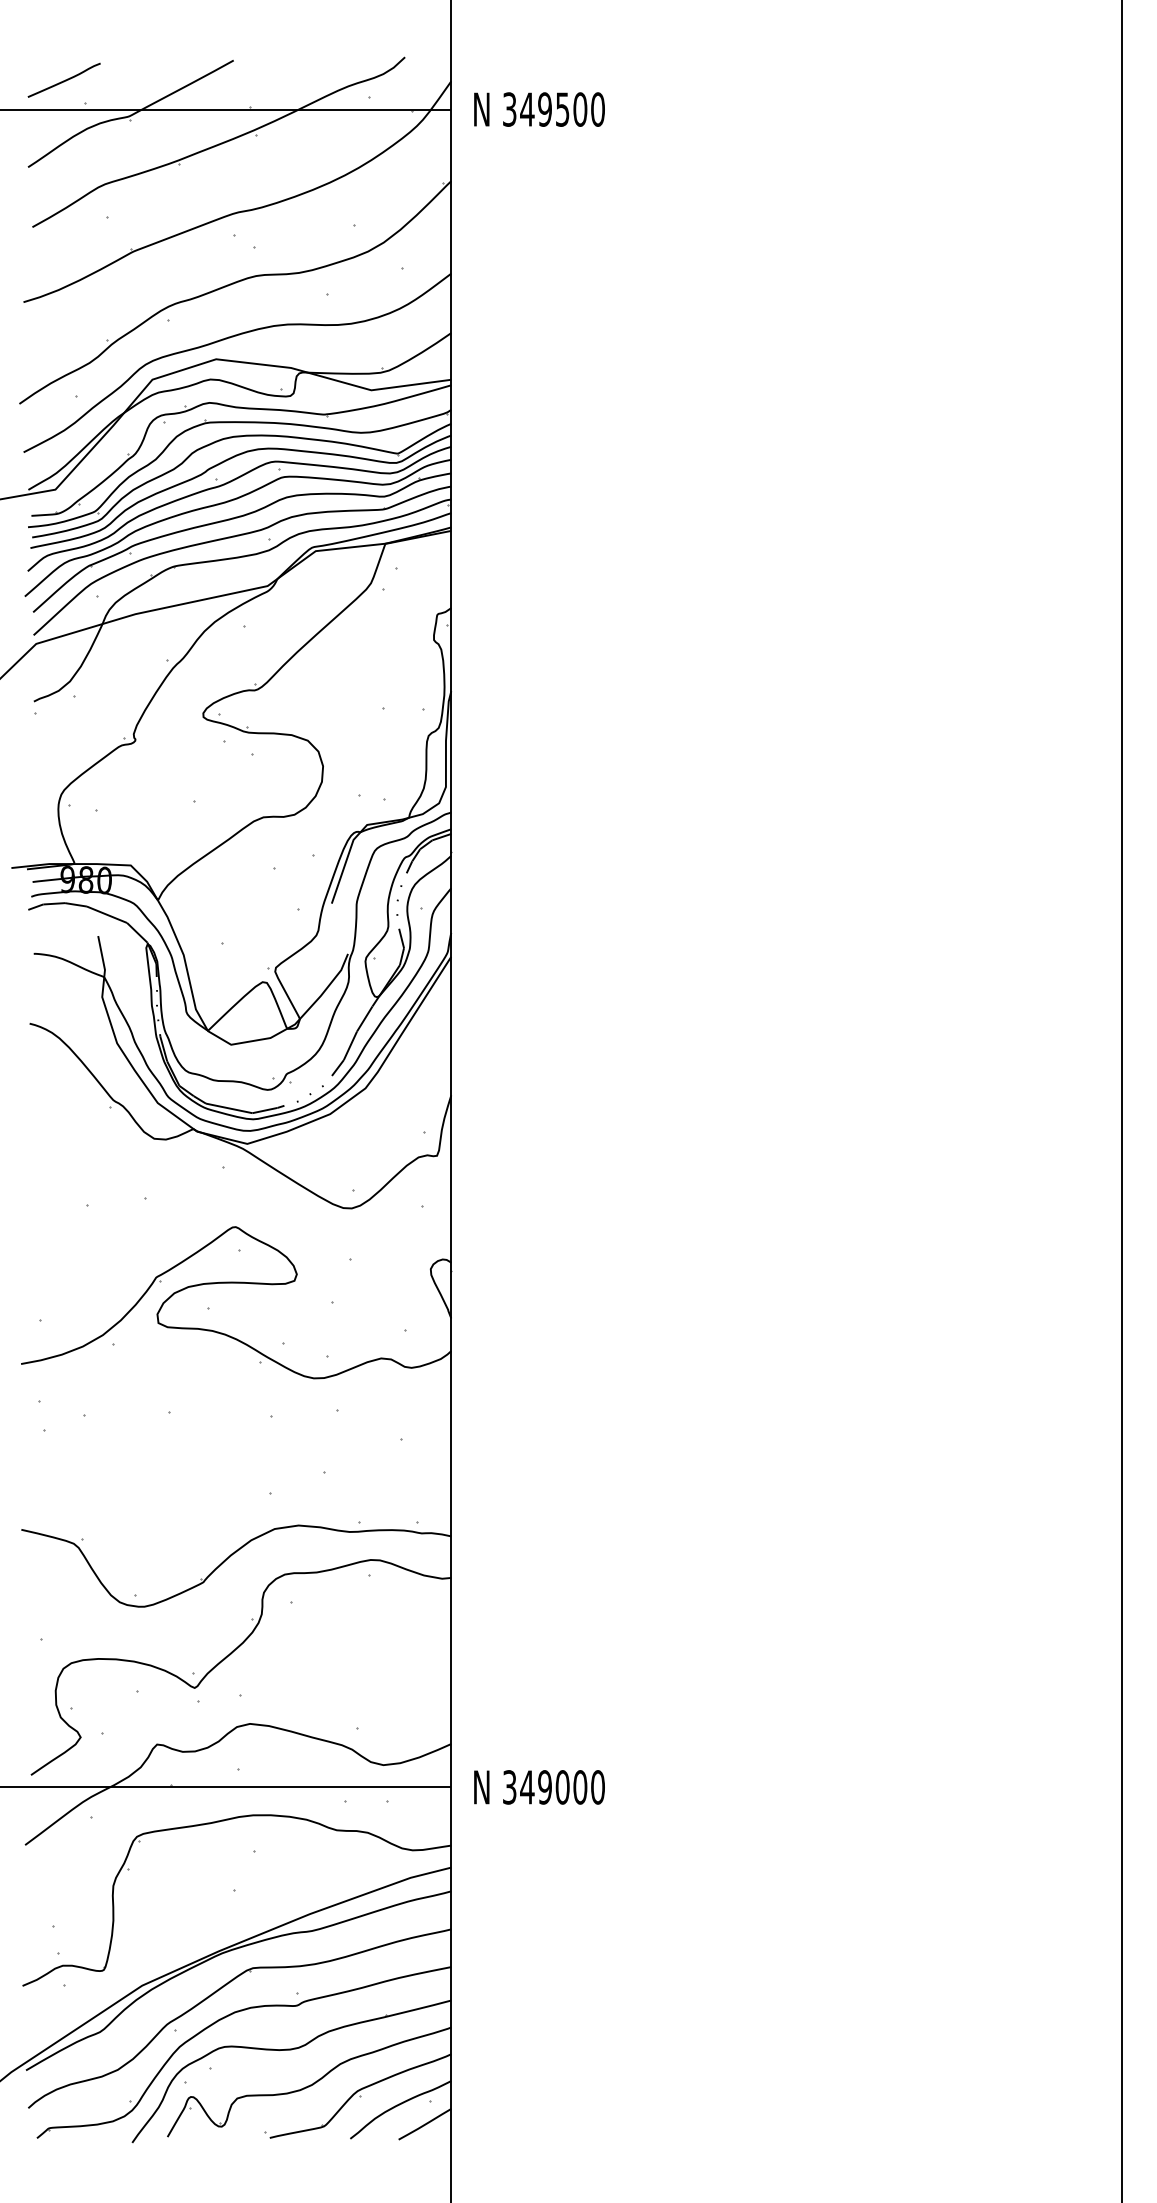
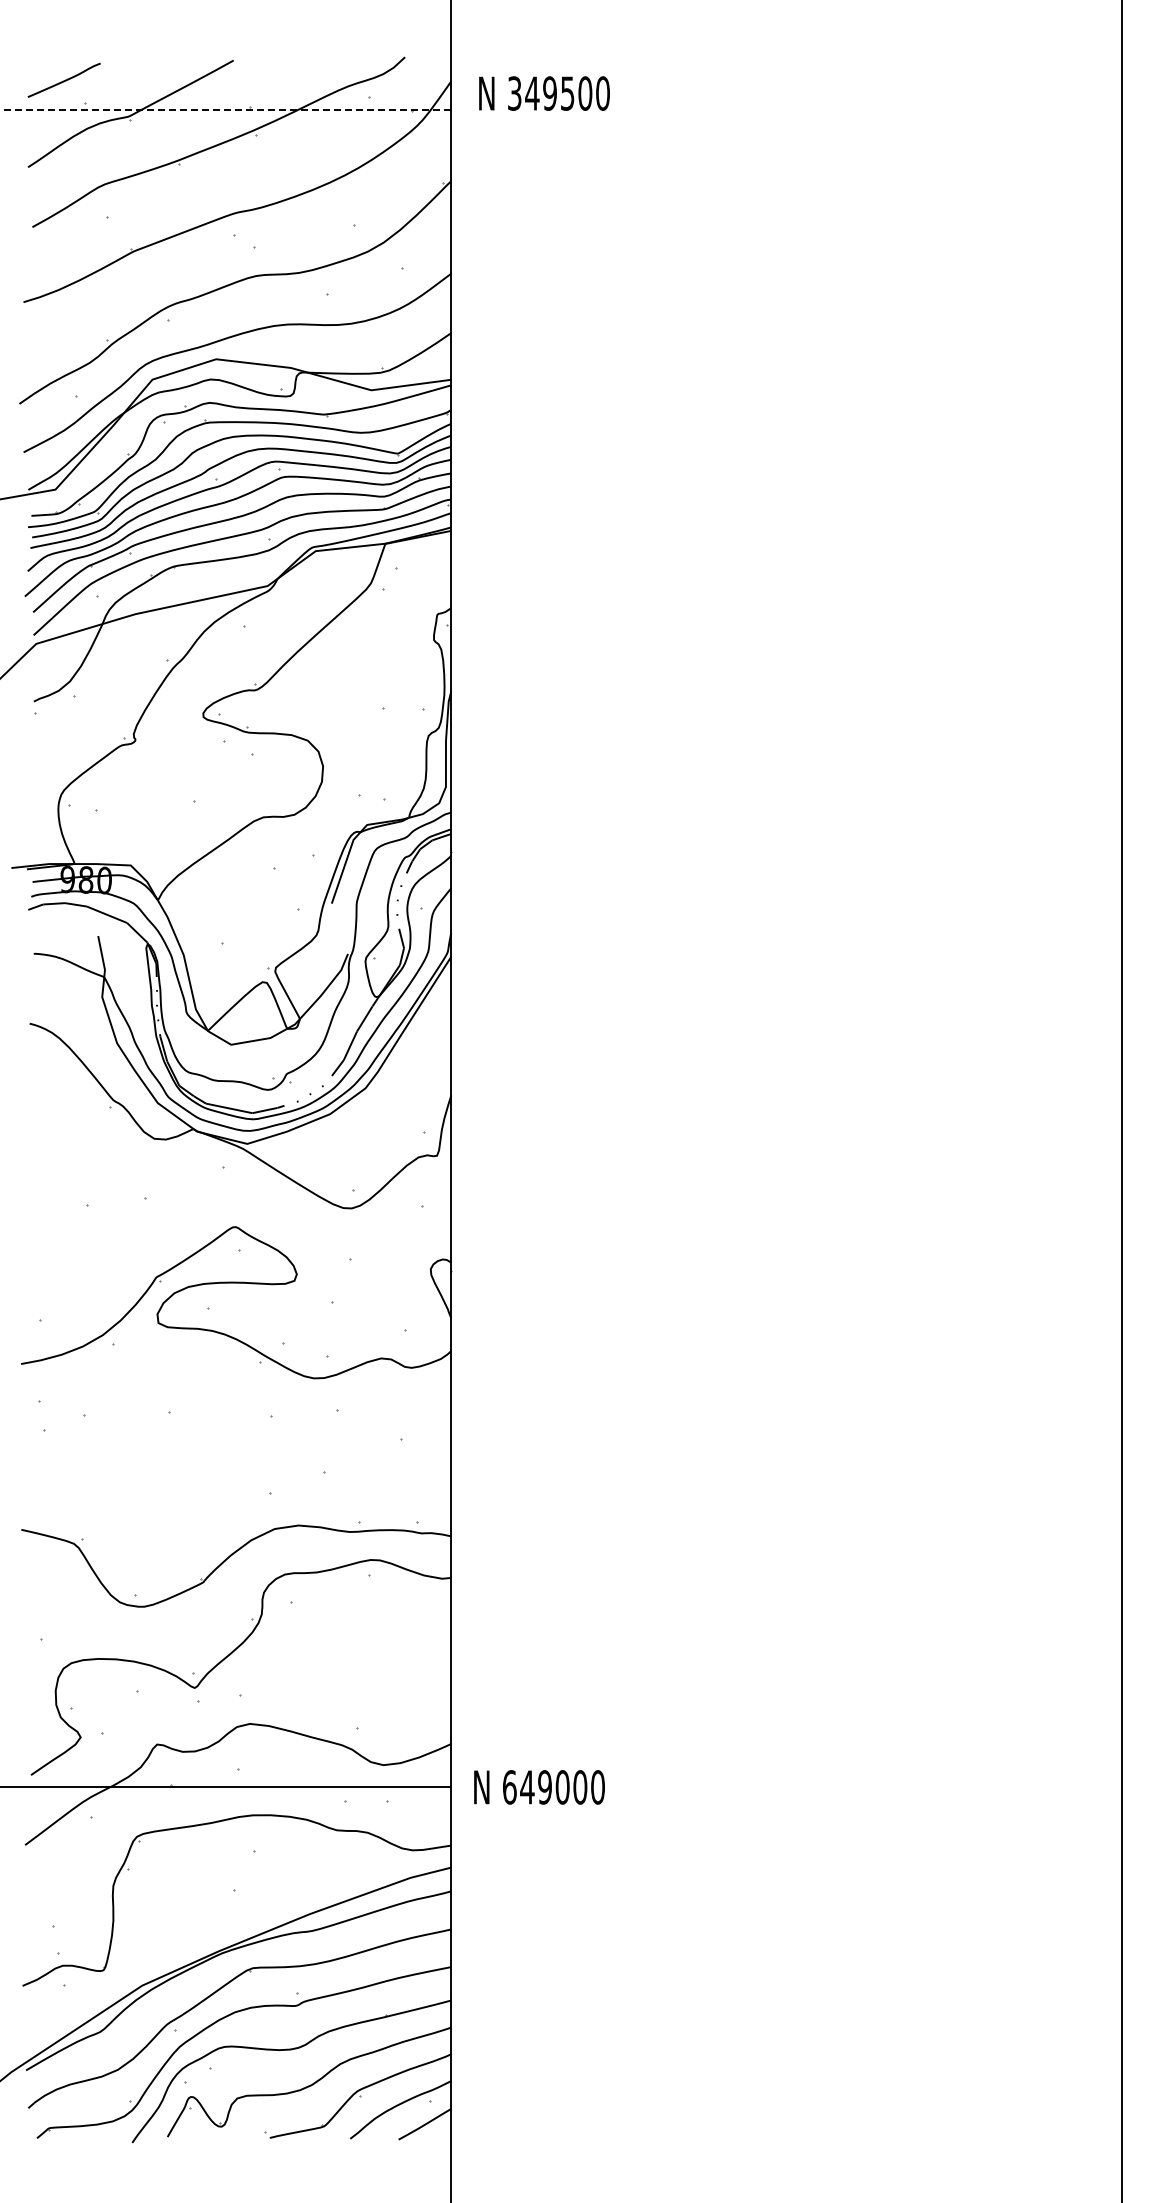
line at (226, 109): solid -> dashed
text at (539, 109) position: (539, 109) -> (544, 93)
text at (509, 1787): 349000 -> 649000
